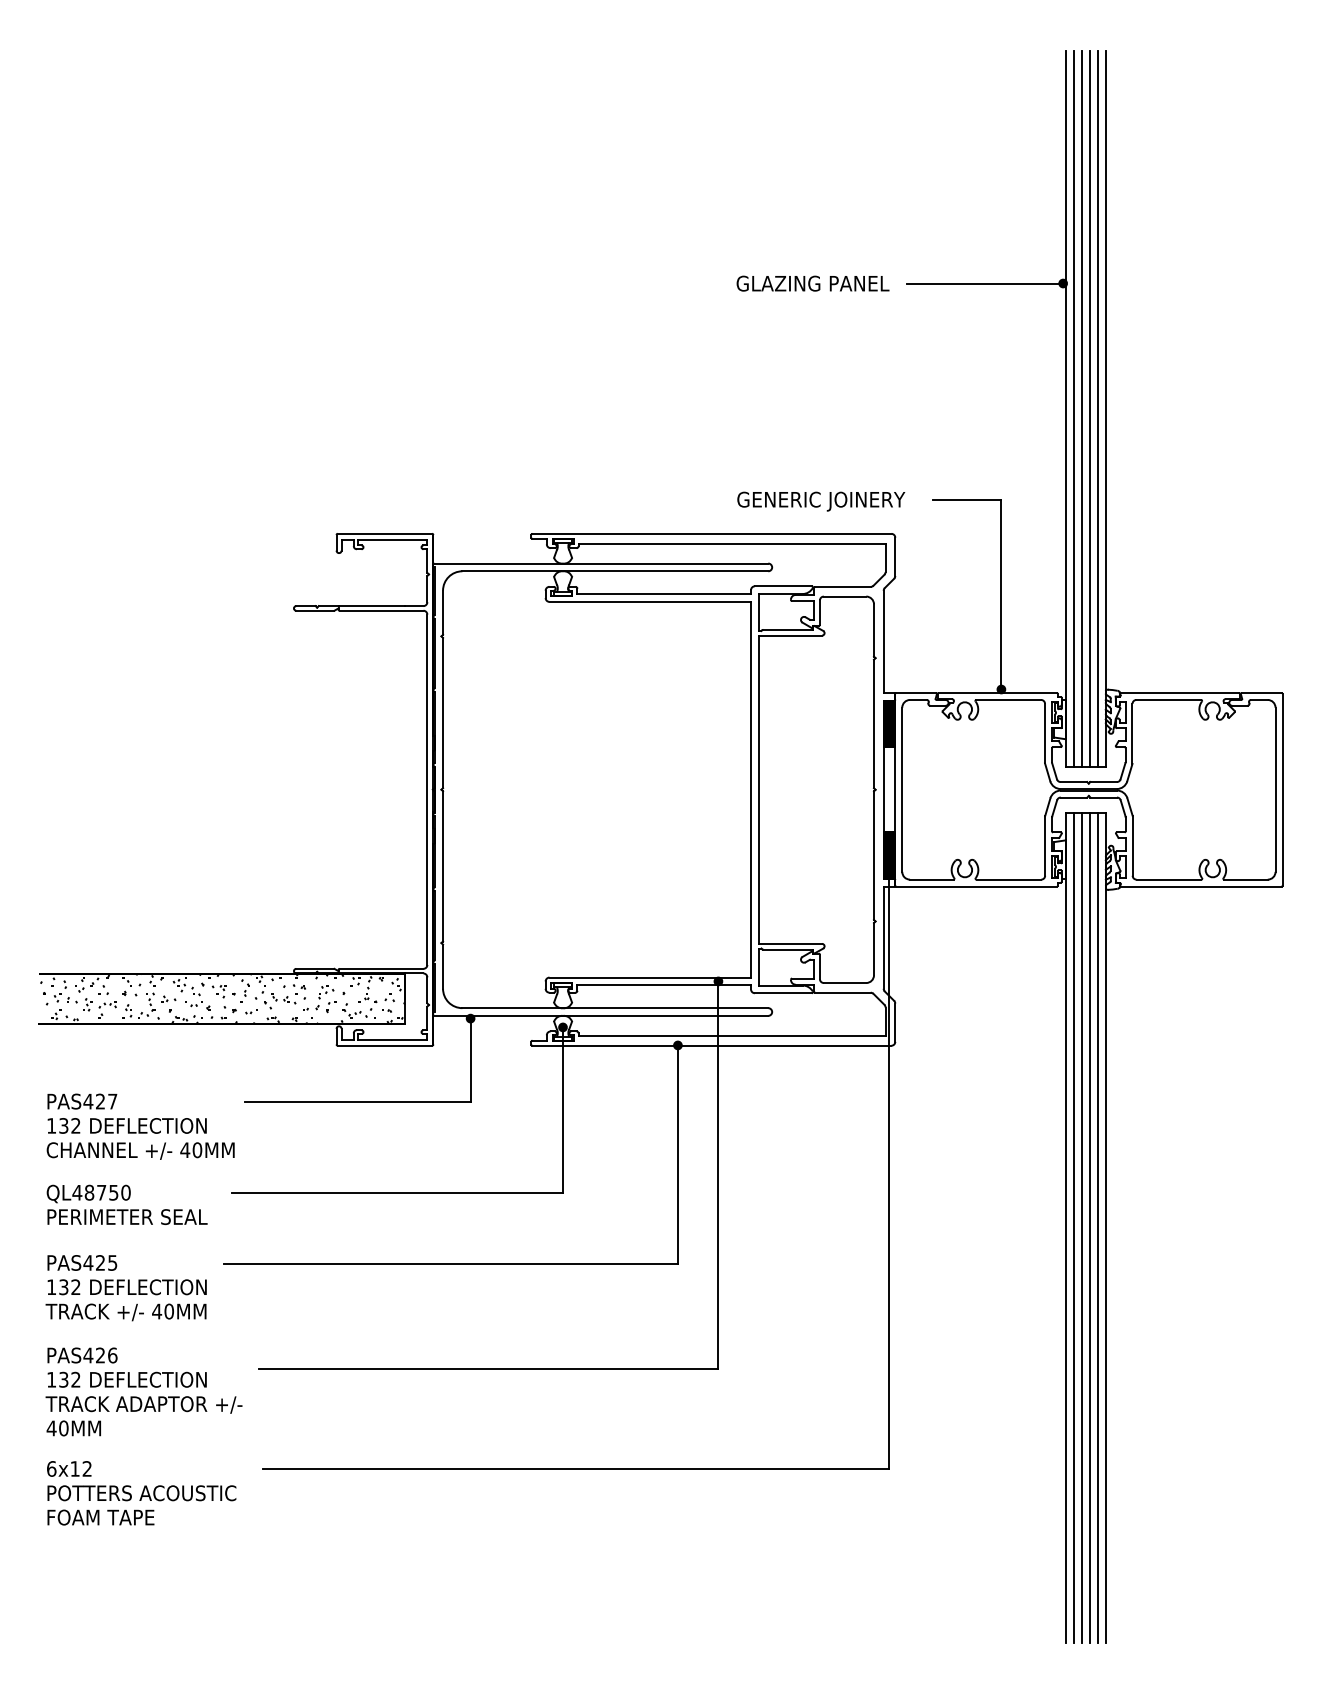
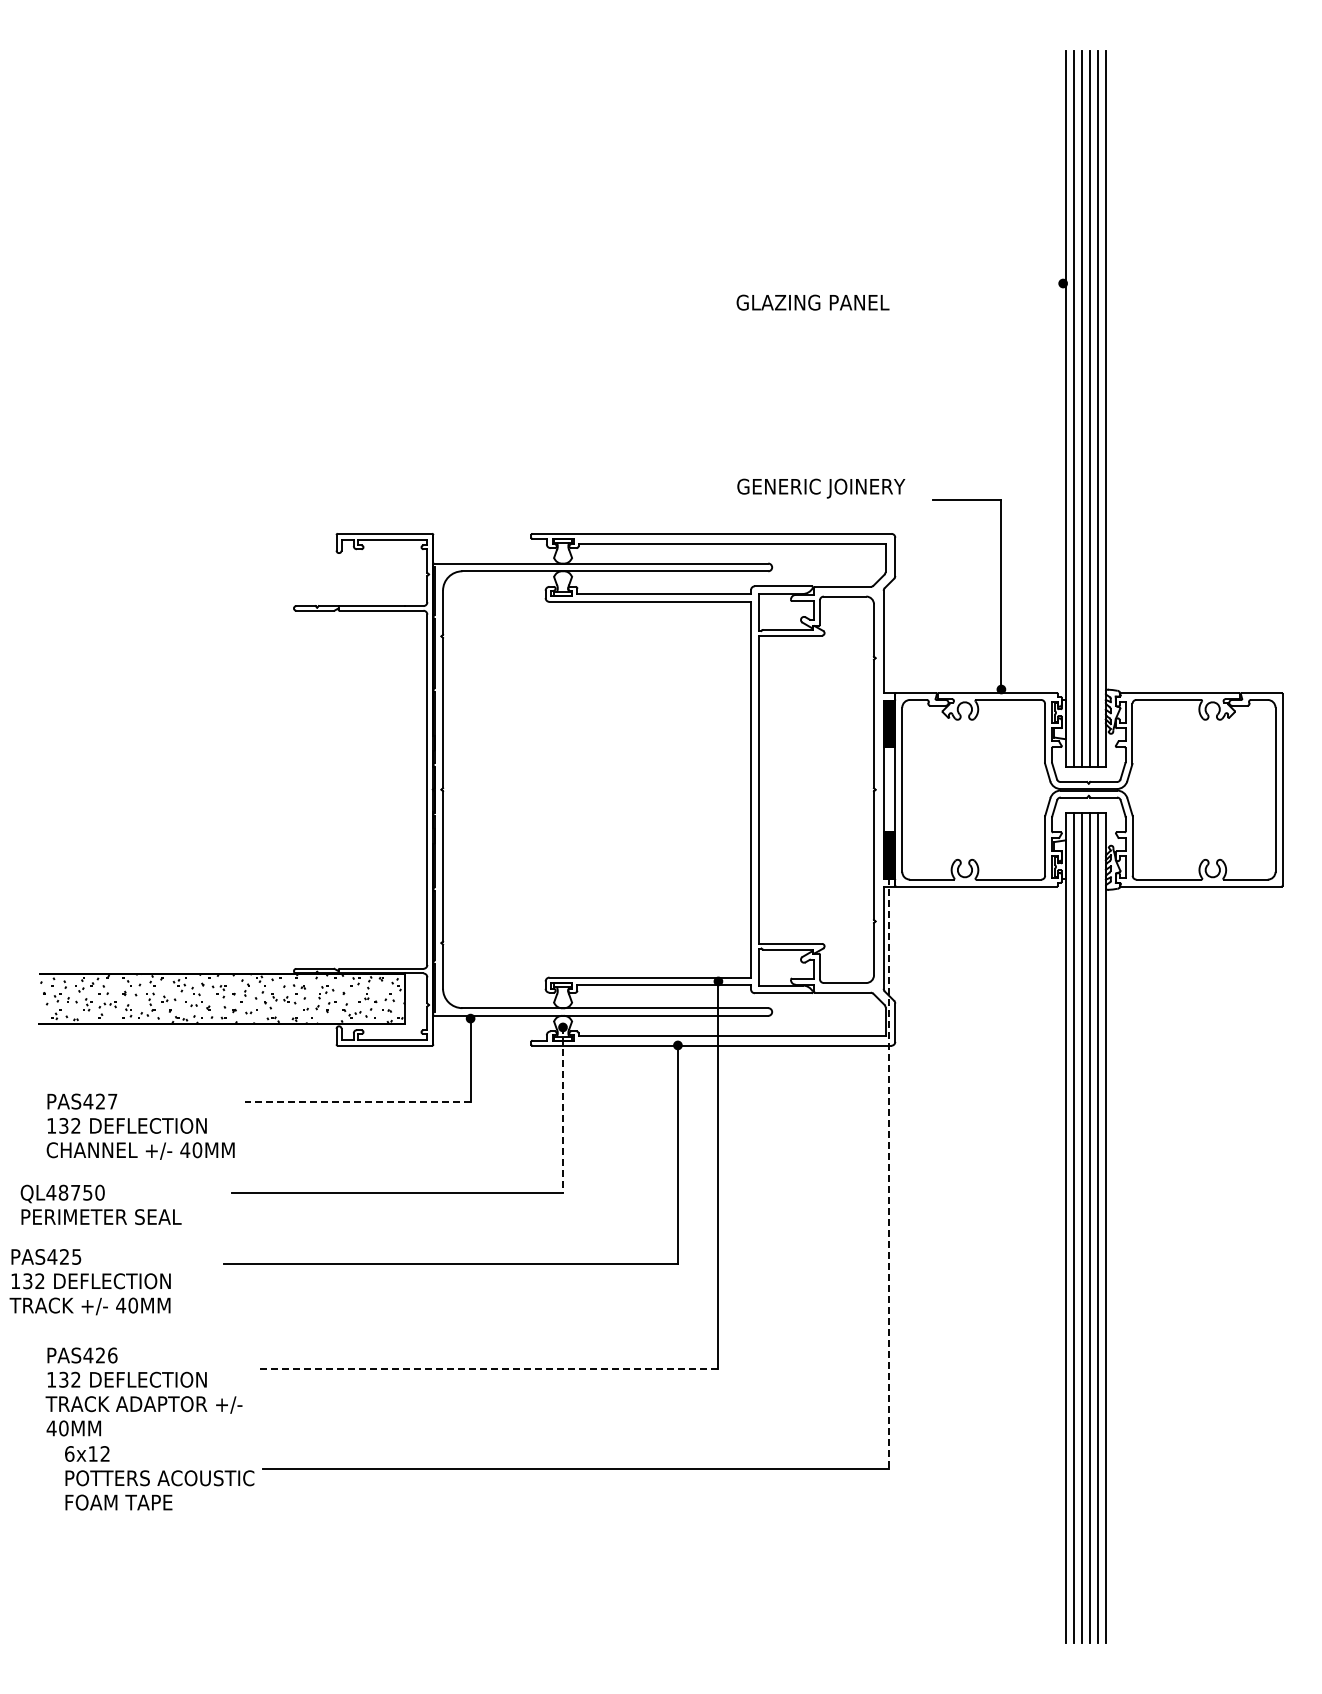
text at (812, 283) position: (812, 283) -> (812, 302)
line at (984, 283): present -> none
text at (821, 501) position: (821, 501) -> (821, 488)
line at (357, 1102): solid -> dashed
line at (563, 1110): solid -> dashed
line at (888, 1168): solid -> dashed
text at (126, 1204) position: (126, 1204) -> (100, 1204)
text at (125, 1288) position: (125, 1288) -> (89, 1282)
line at (488, 1368): solid -> dashed
text at (141, 1493) position: (141, 1493) -> (159, 1478)
